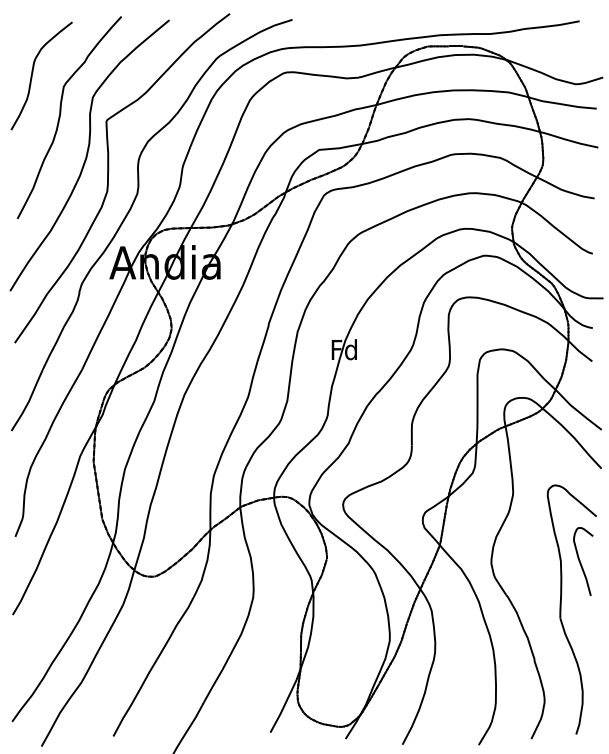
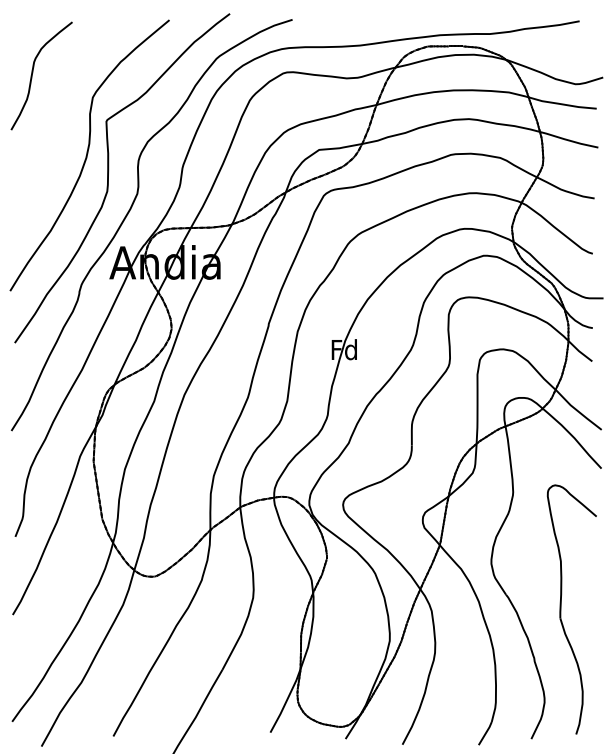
curve at (60, 117): present -> none
curve at (581, 562): present -> none
